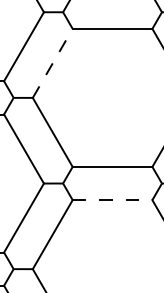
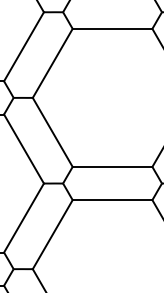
line at (52, 63): dashed -> solid
line at (112, 200): dashed -> solid
